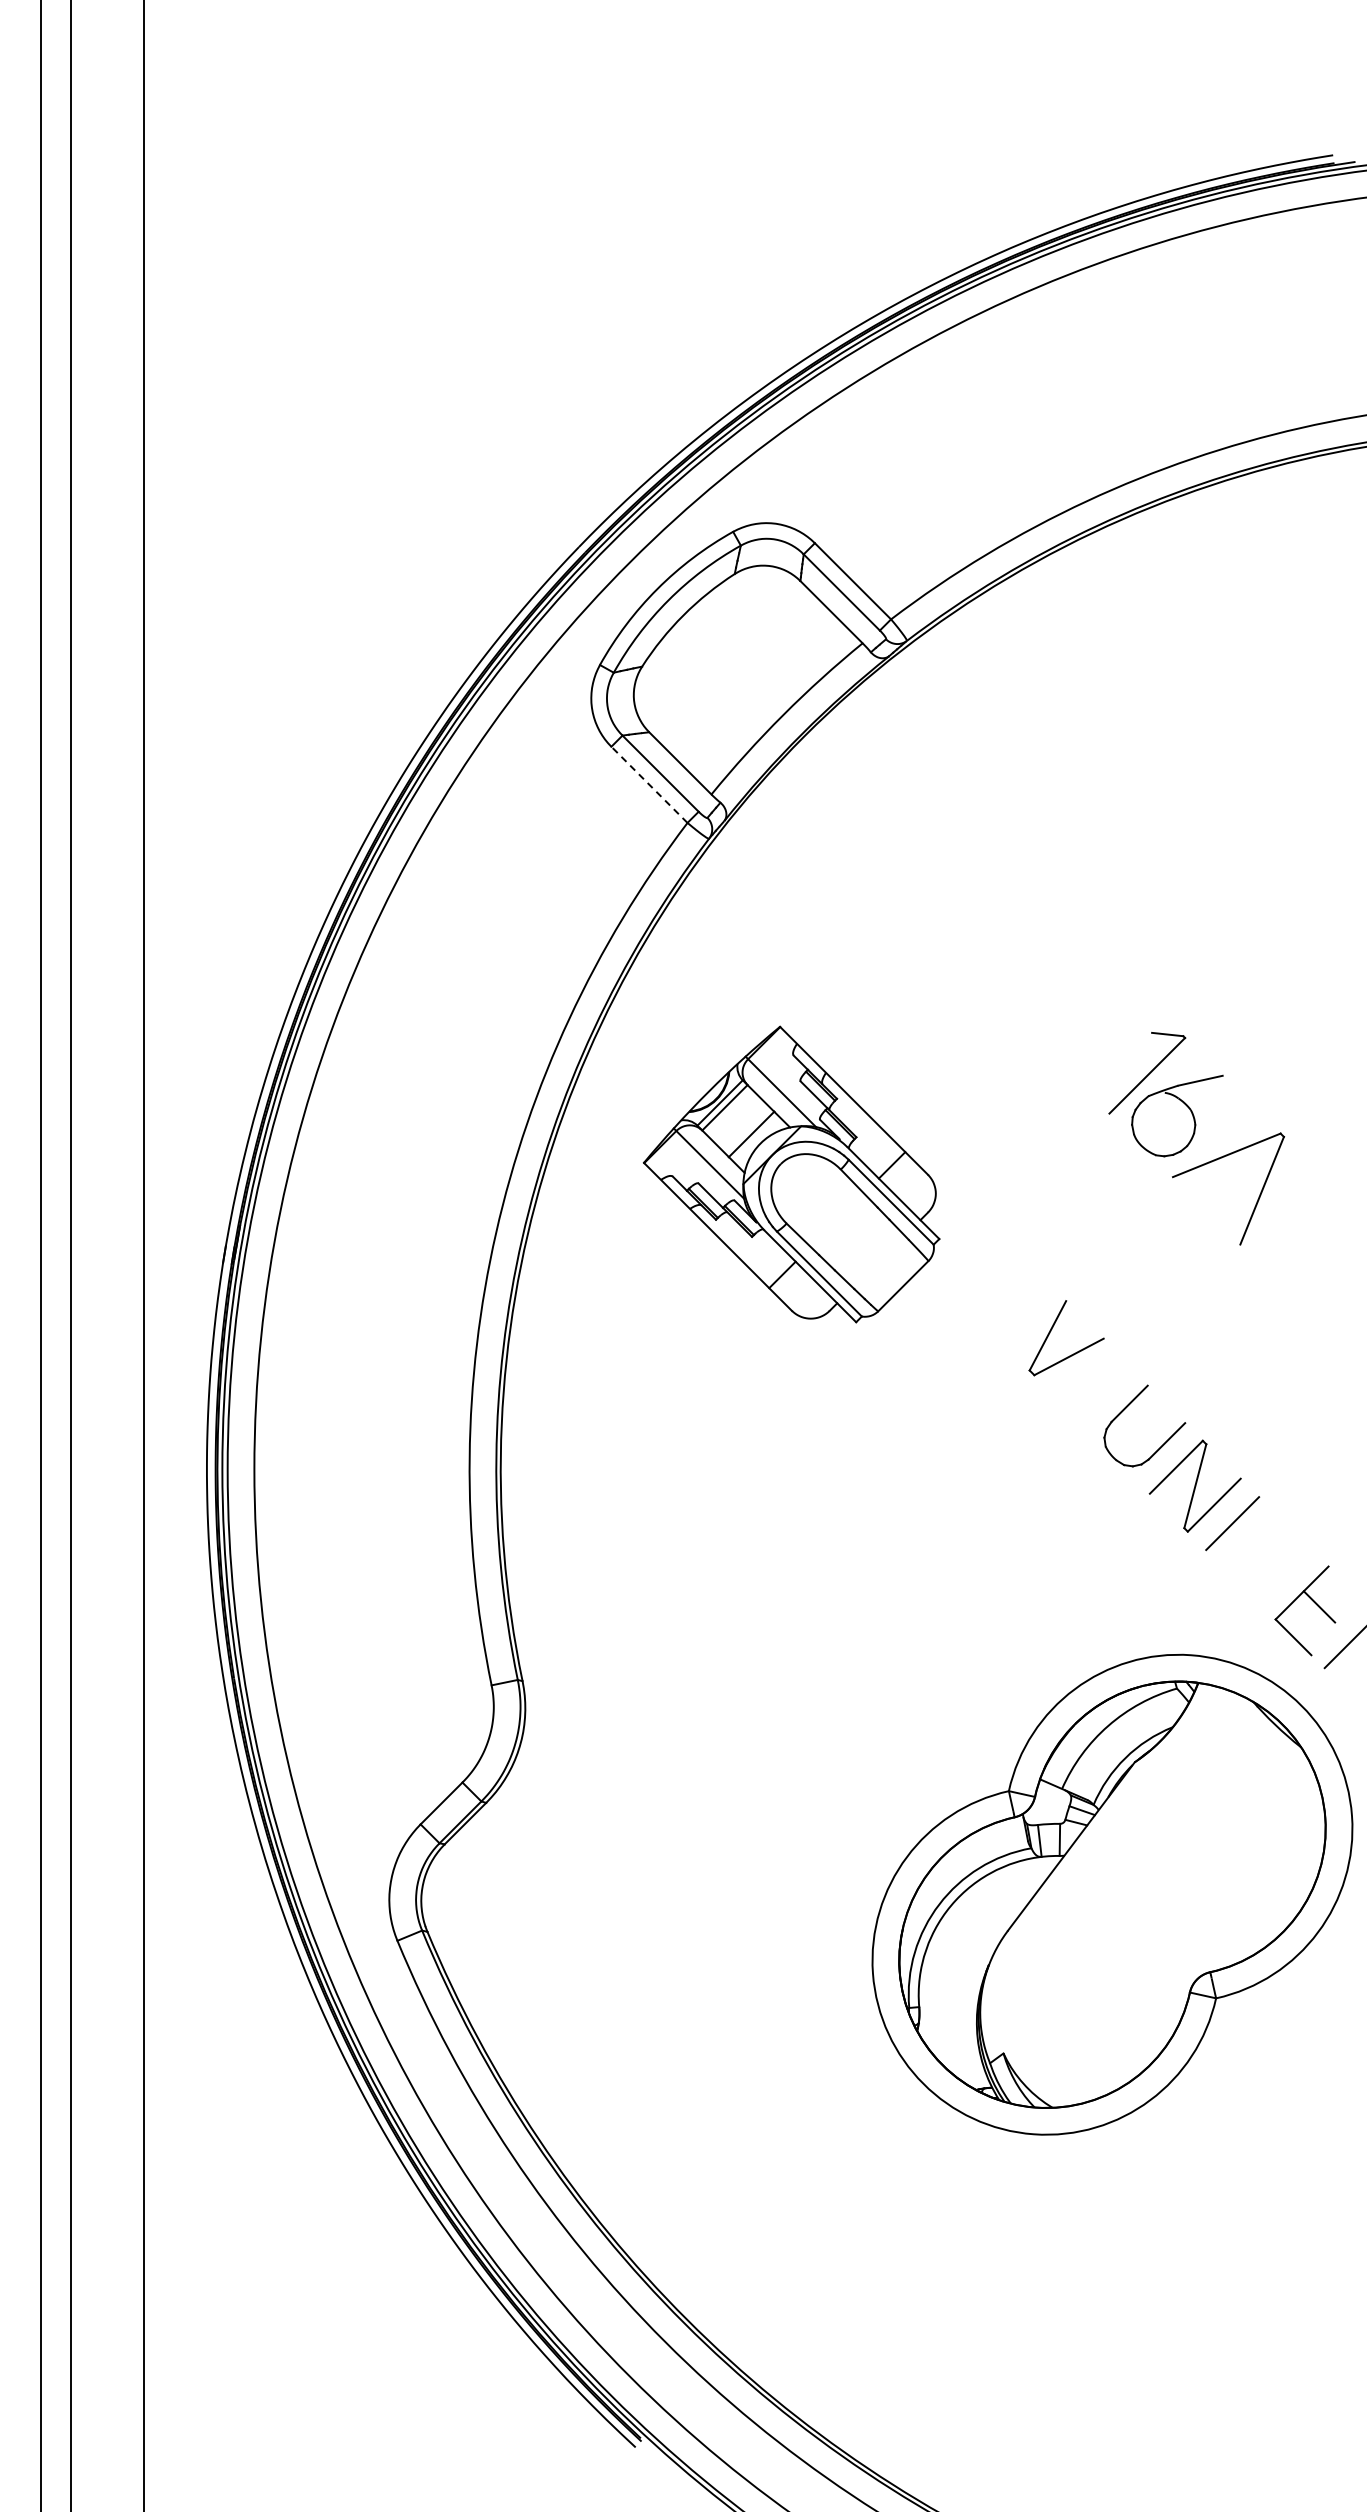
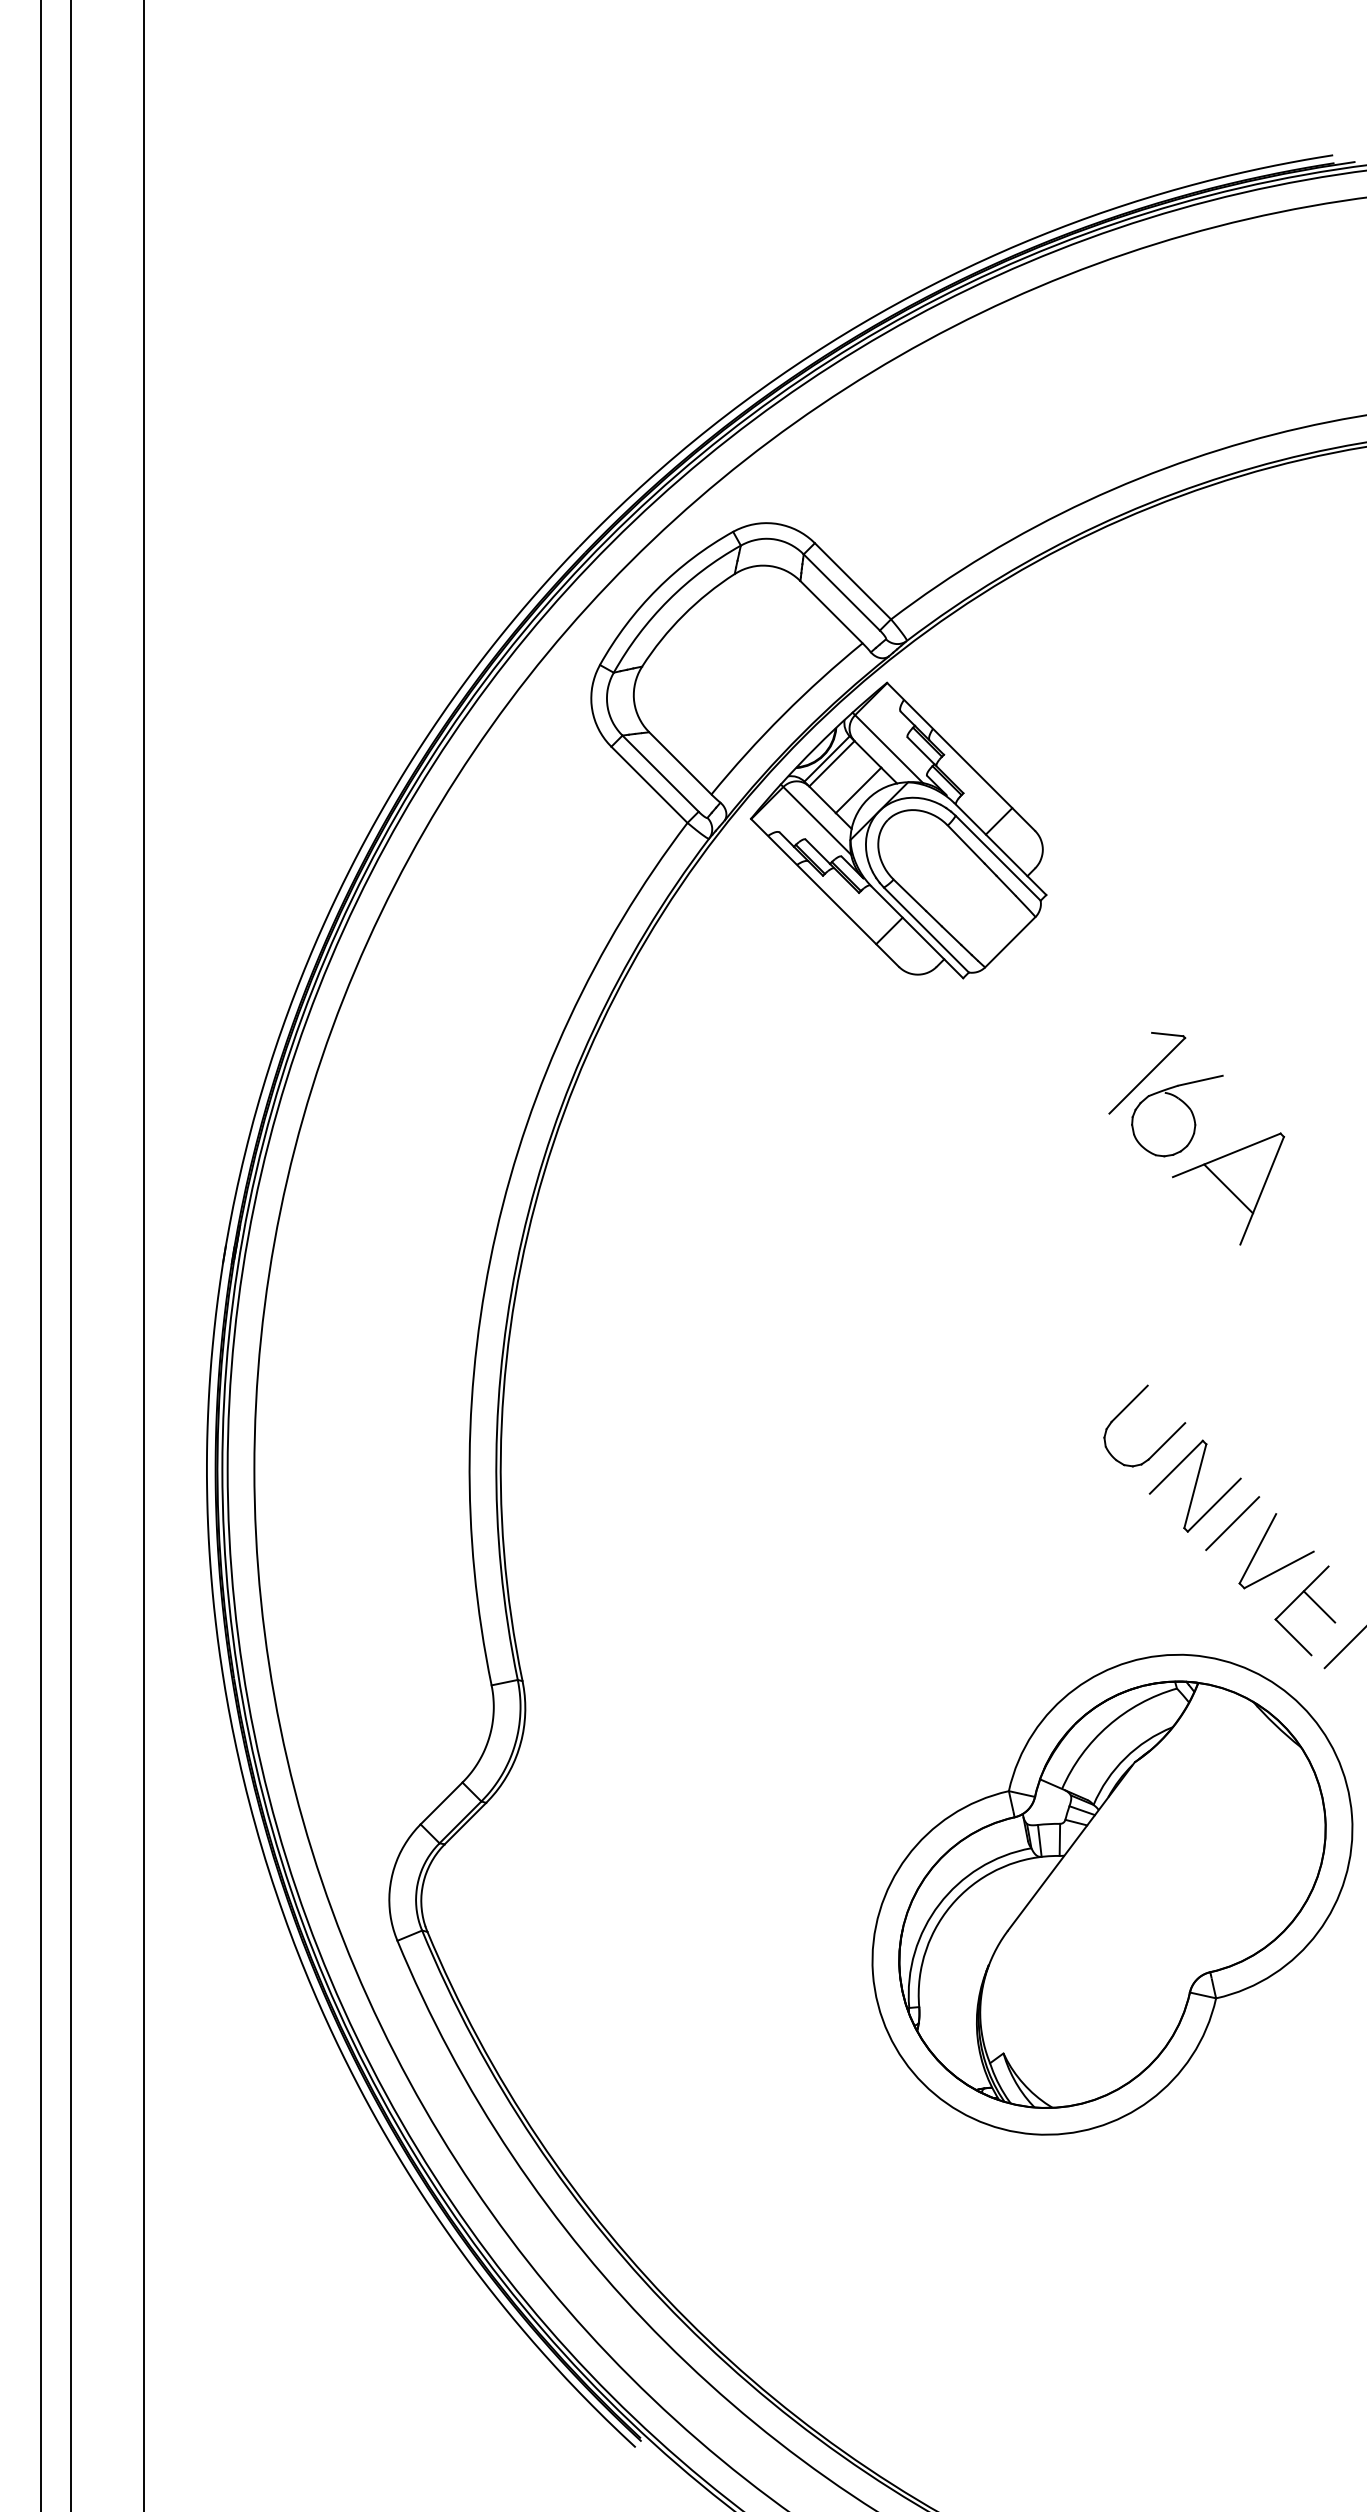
line at (649, 784): dashed -> solid
part at (791, 1174) position: (791, 1174) -> (898, 830)
line at (1228, 1188): none -> present
part at (1051, 1331) position: (1051, 1331) -> (1261, 1544)
